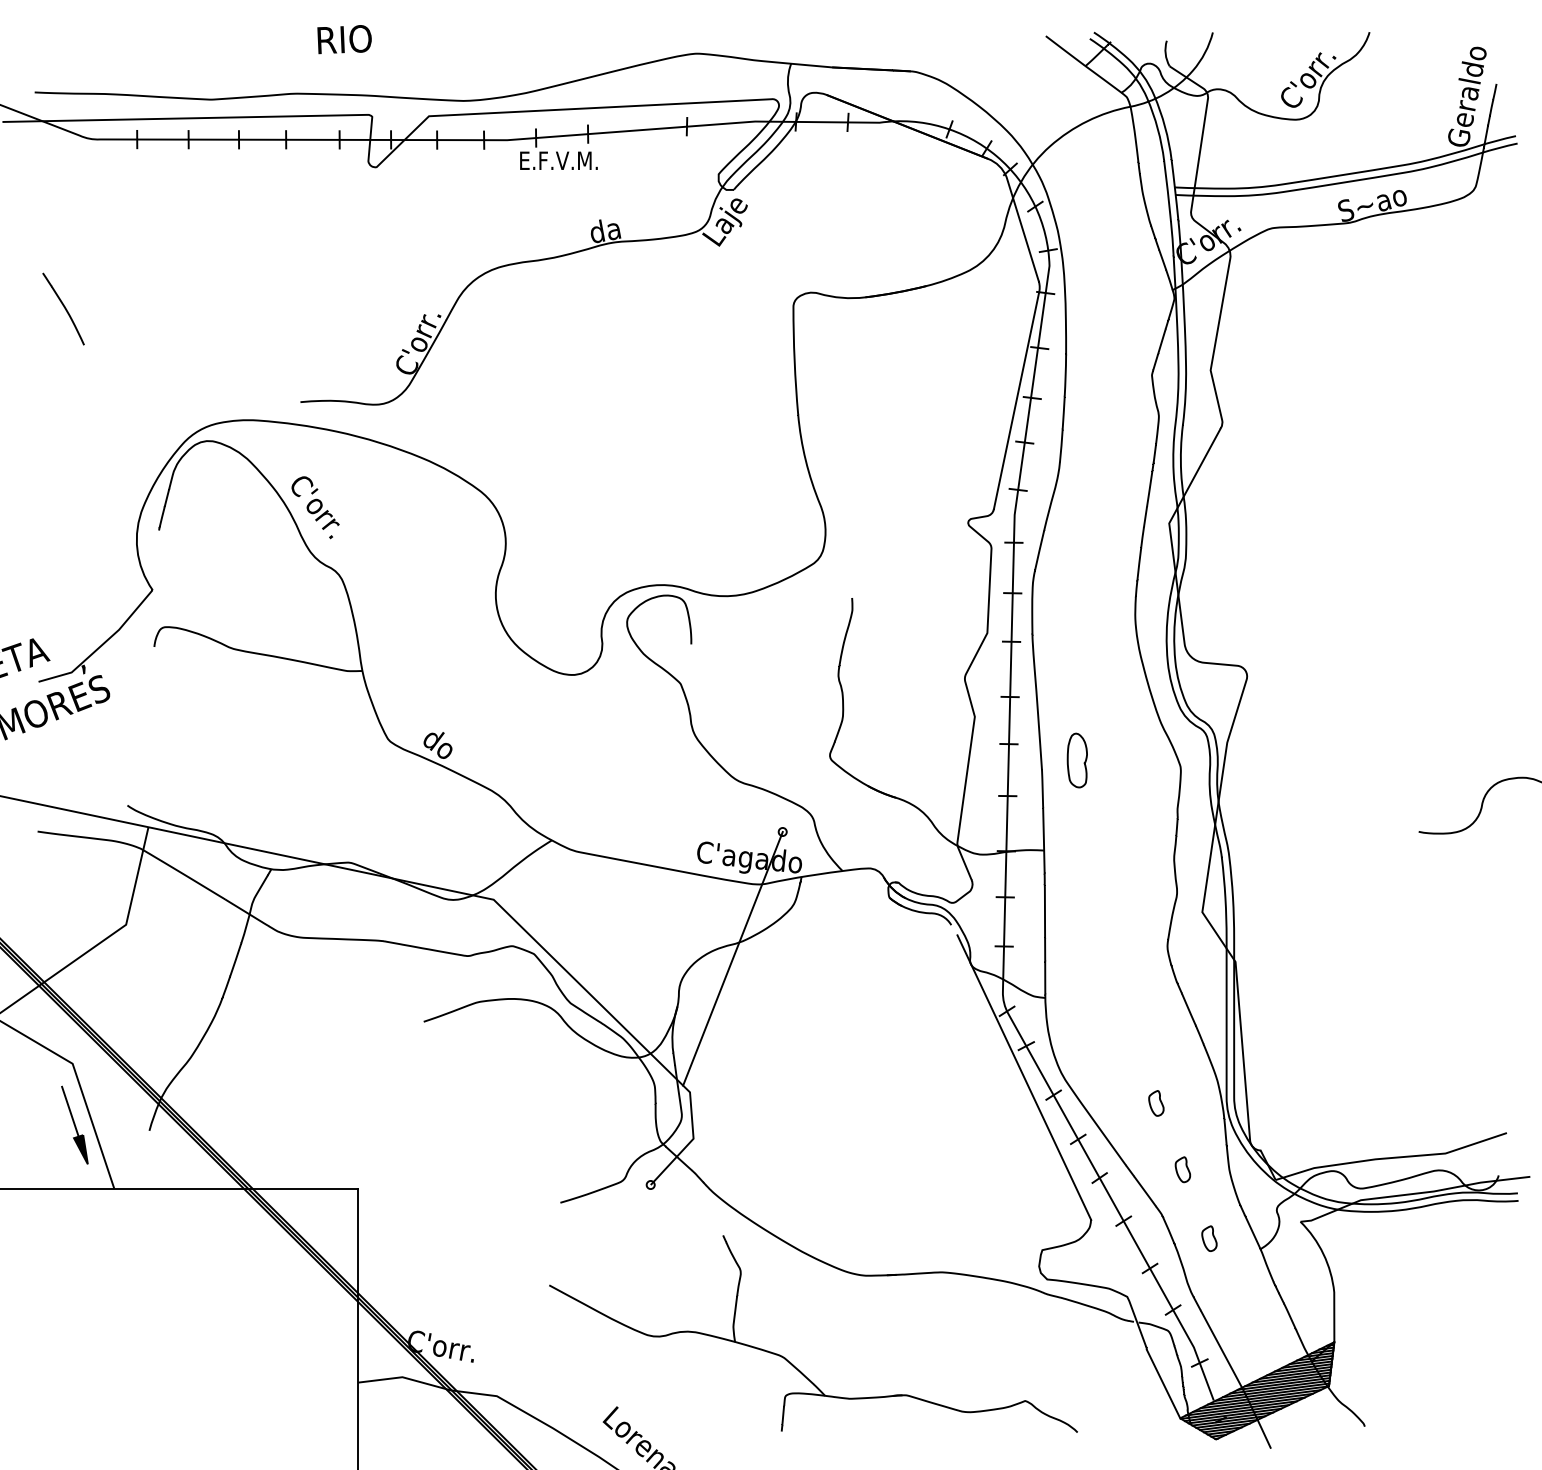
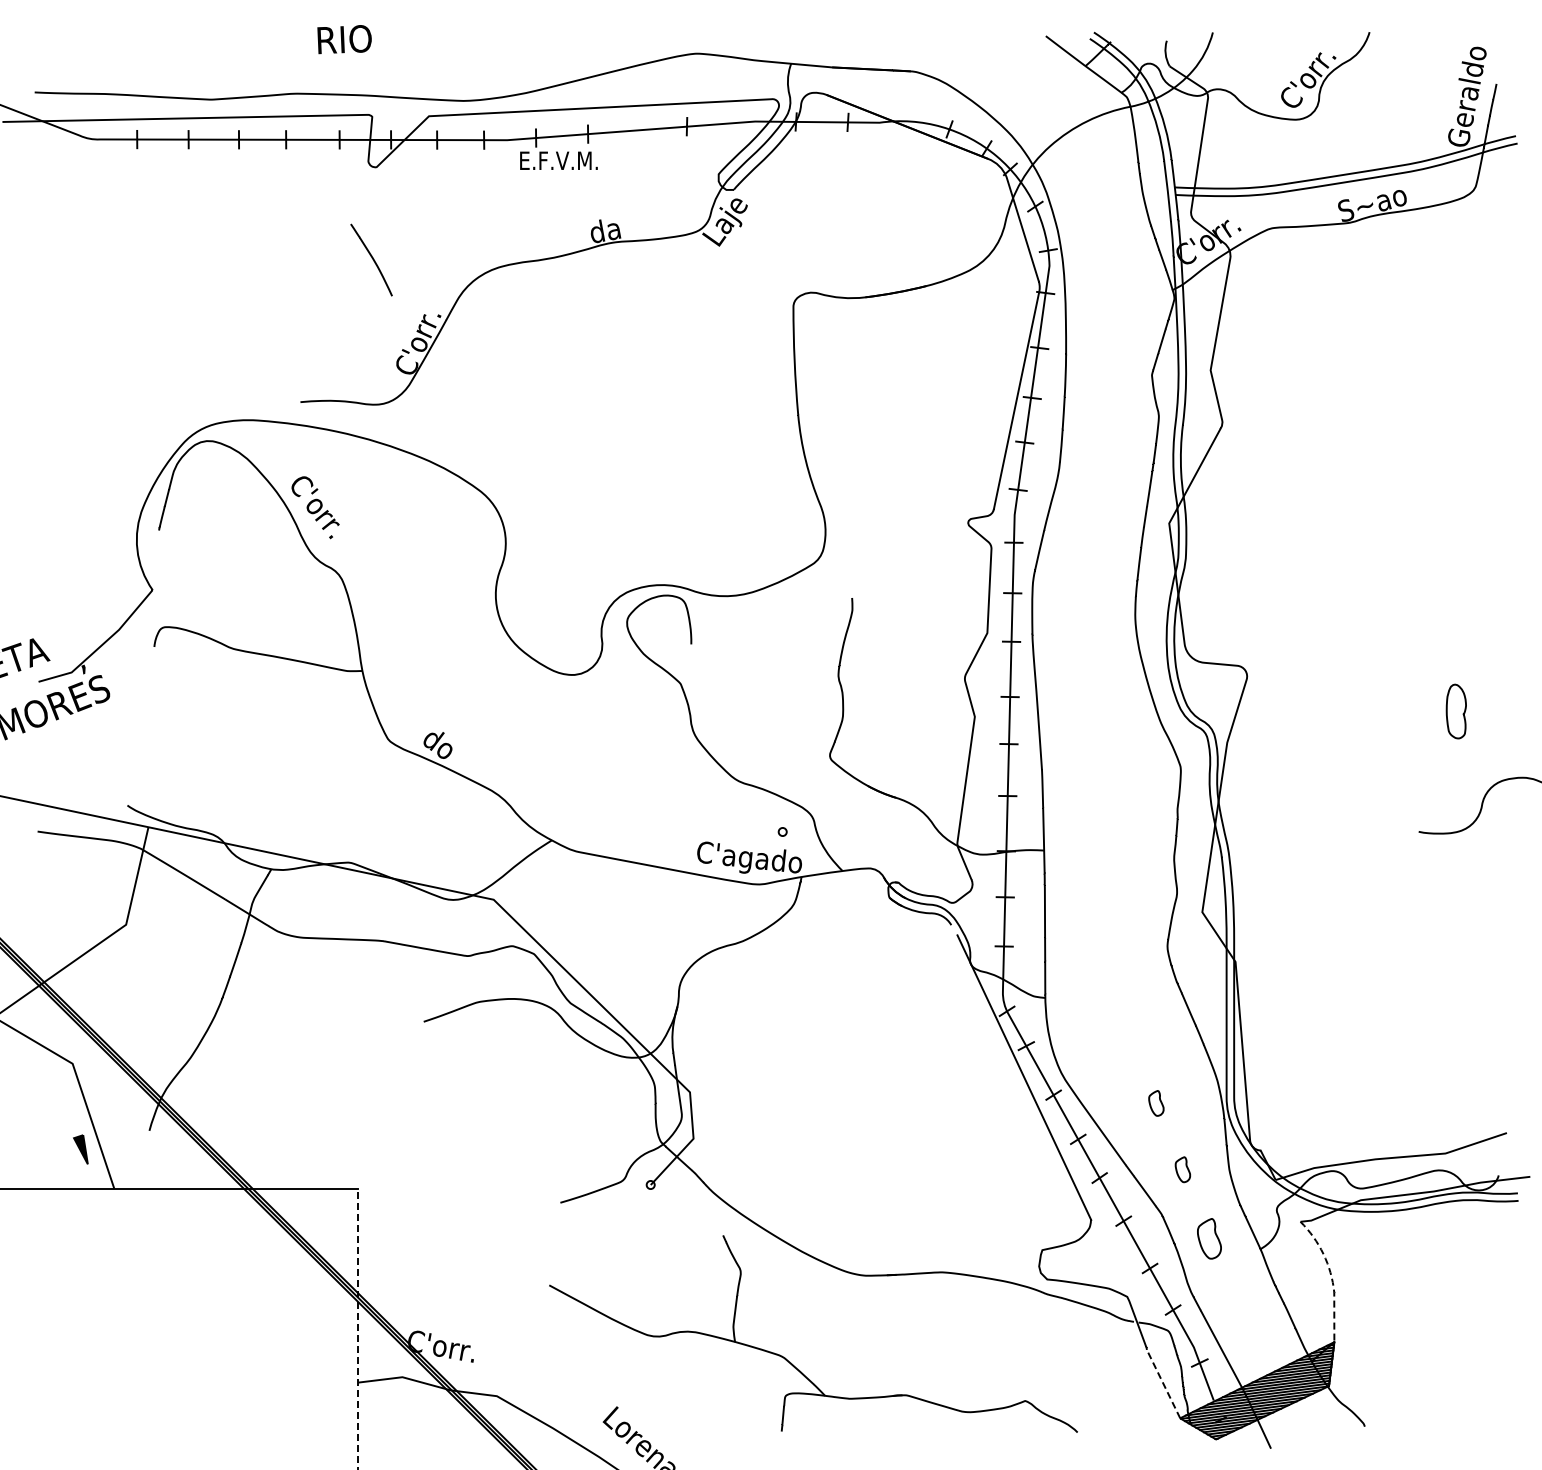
curve at (63, 307) position: (63, 307) -> (371, 258)
part at (1076, 760) position: (1076, 760) -> (1455, 711)
line at (732, 958): present -> none
line at (70, 1111): present -> none
part at (1209, 1238) size: 17x27 px -> 25x42 px
line at (1331, 1276): solid -> dashed
line at (358, 1328): solid -> dashed
line at (1163, 1383): solid -> dashed
